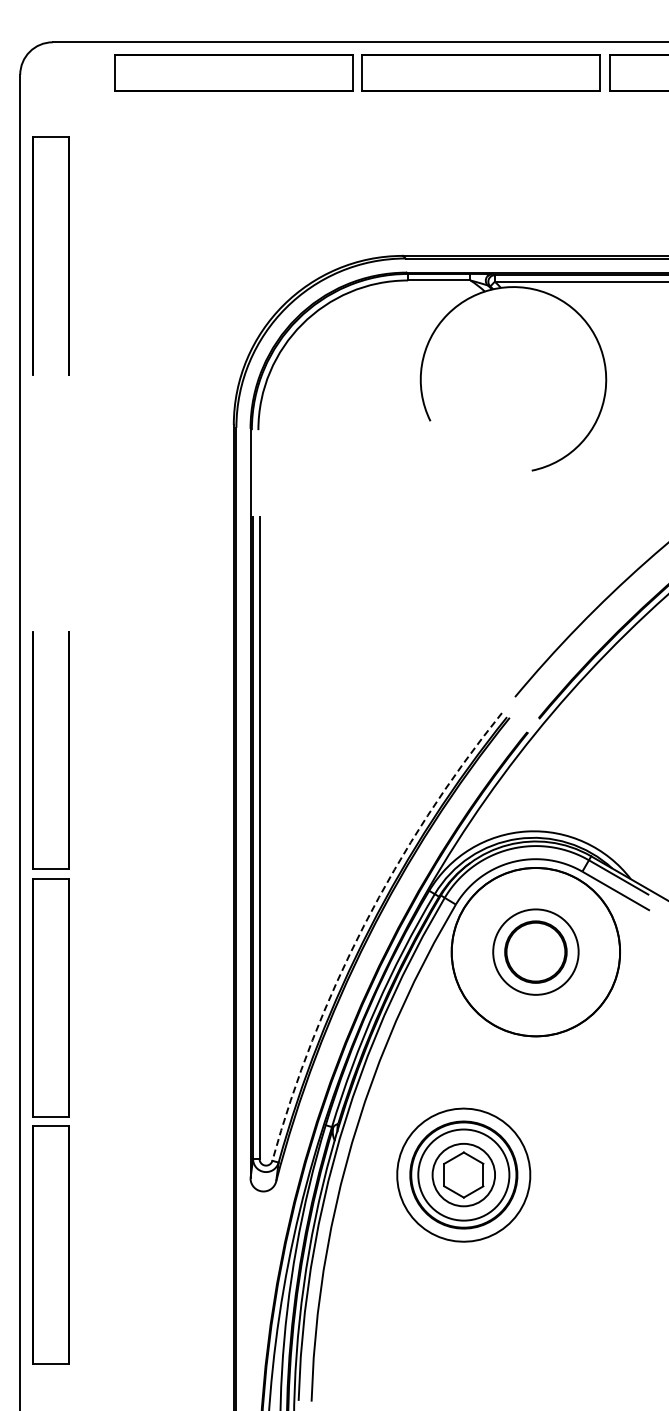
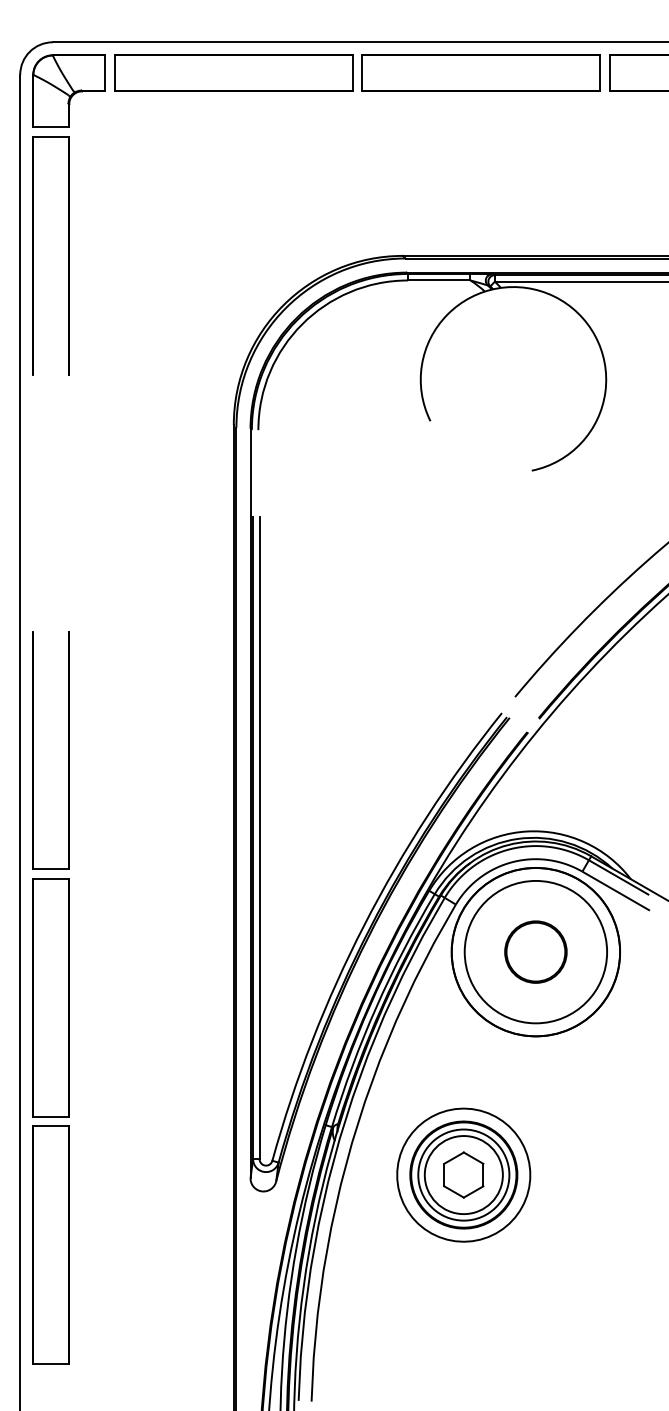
part at (68, 90): none -> present
arc at (364, 925): dashed -> solid
circle at (535, 951) diameter: 85 px -> 142 px
circle at (463, 1174) diameter: 62 px -> 78 px
